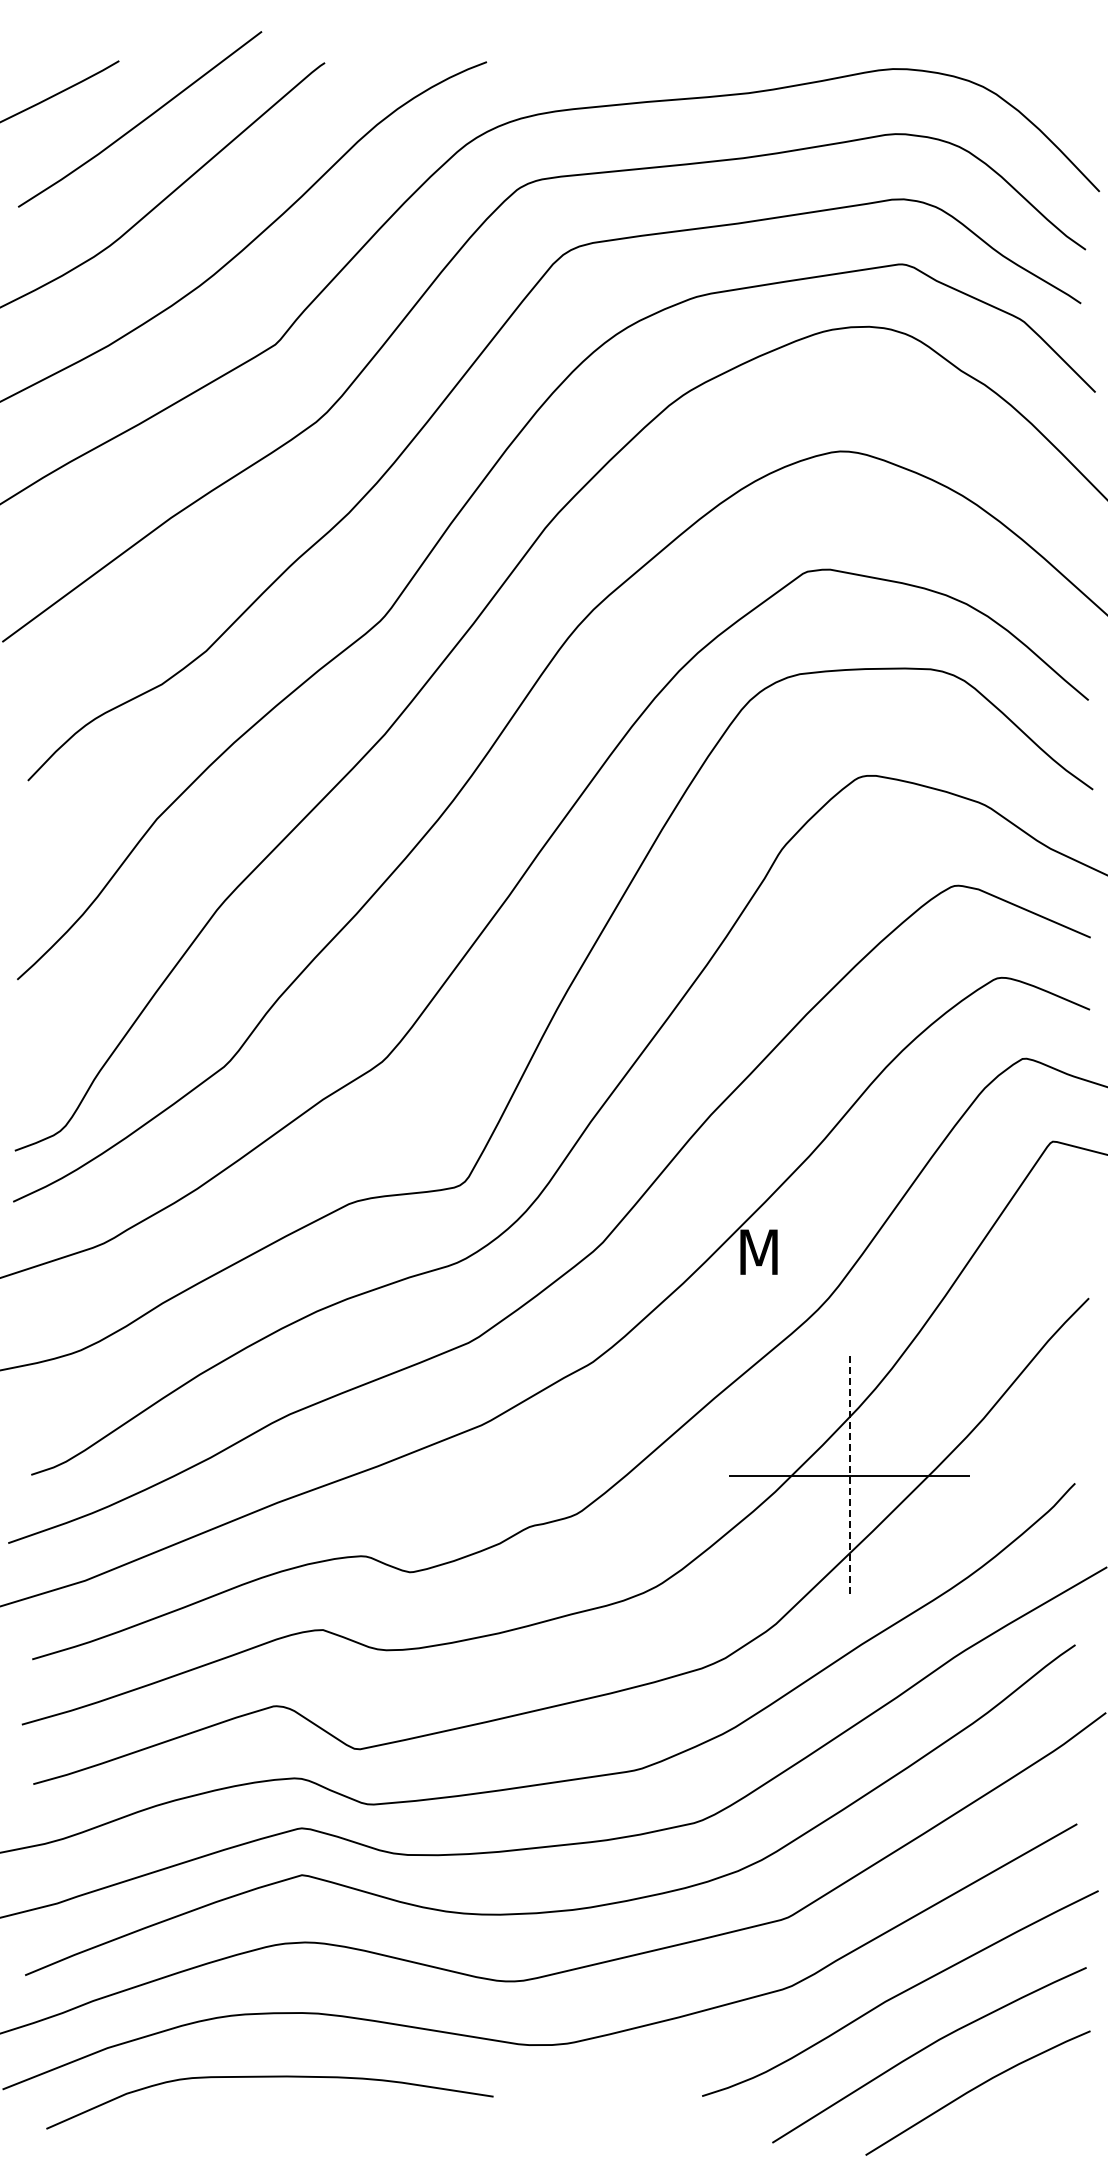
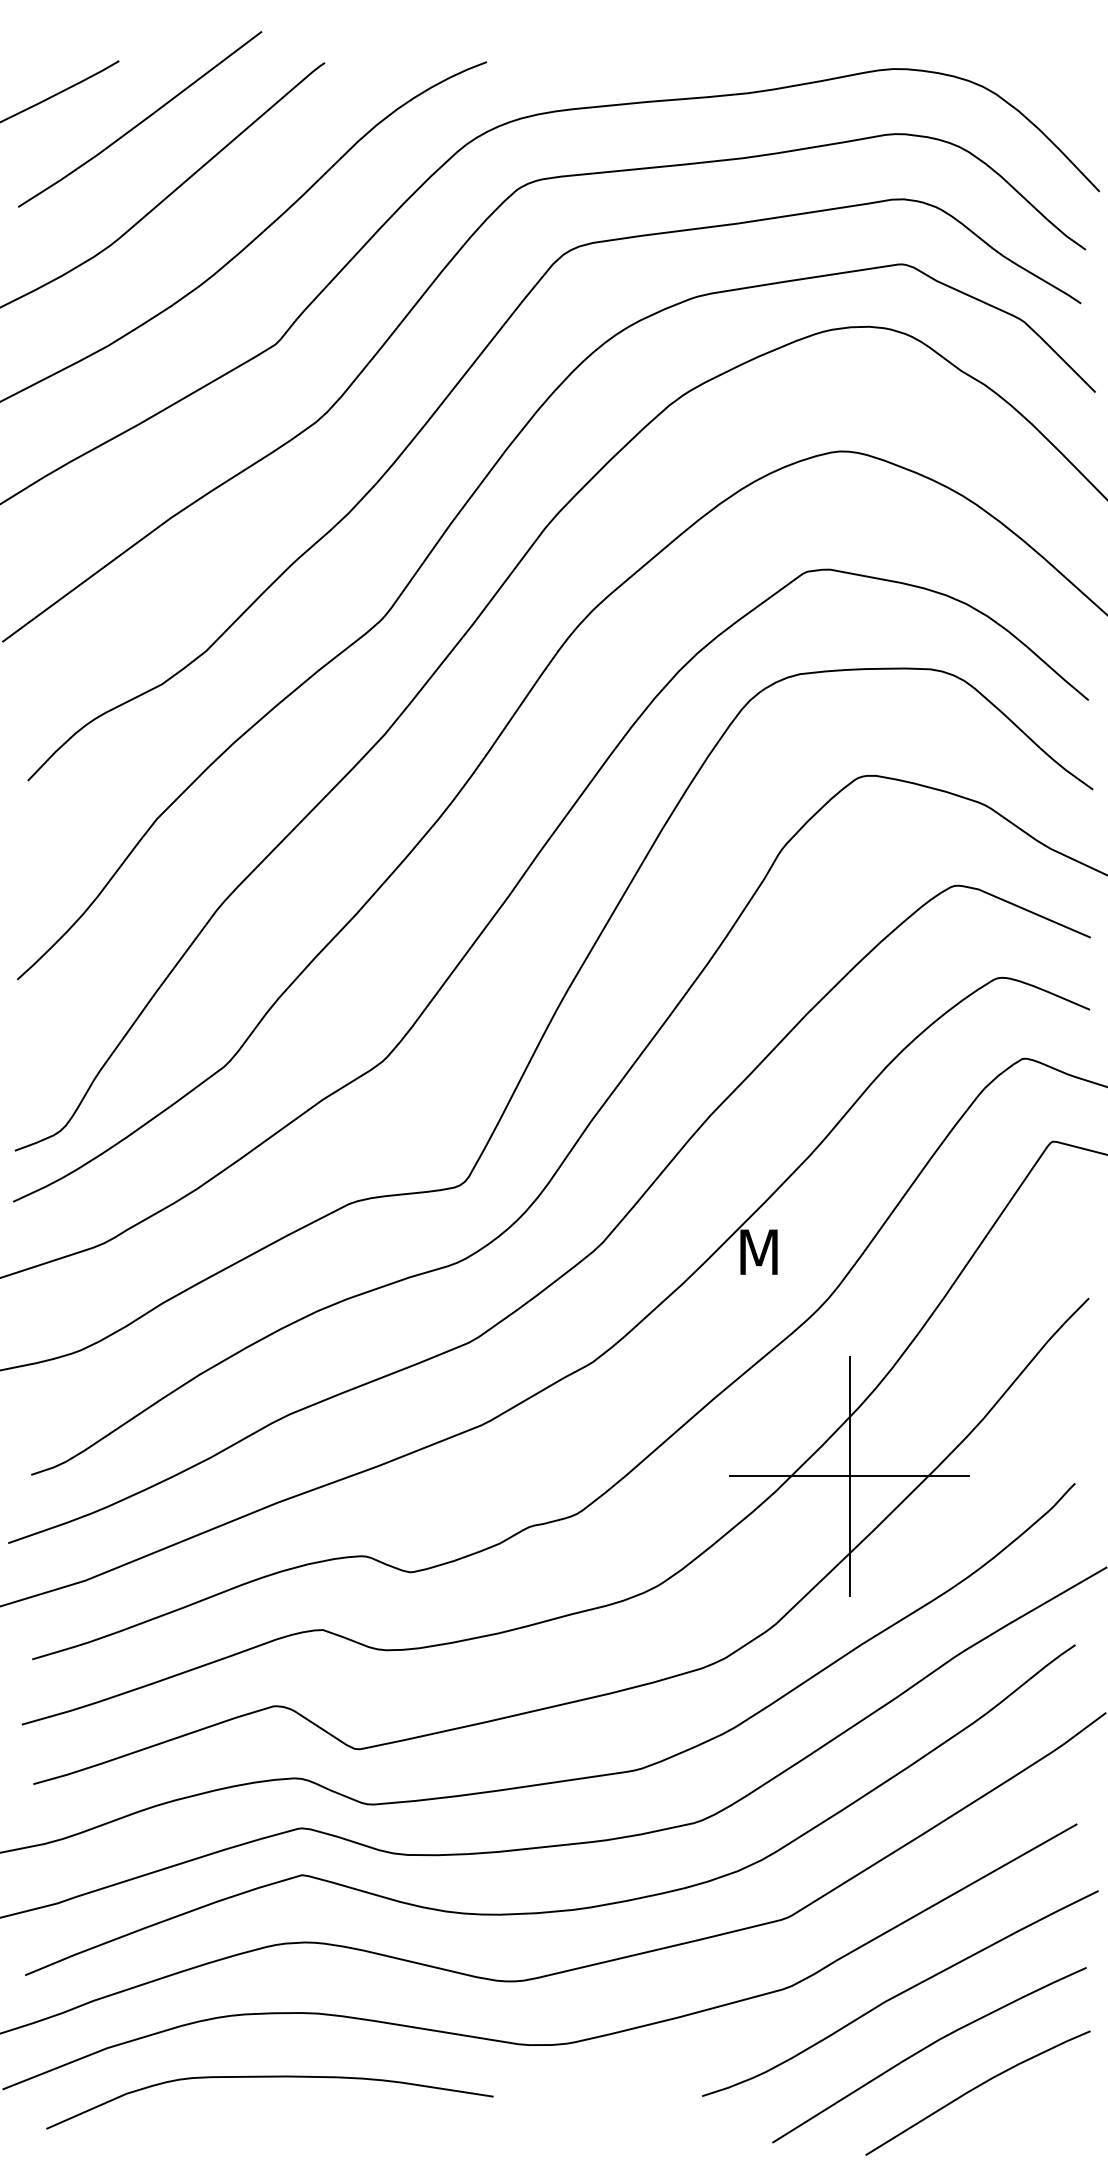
line at (849, 1476): dashed -> solid
